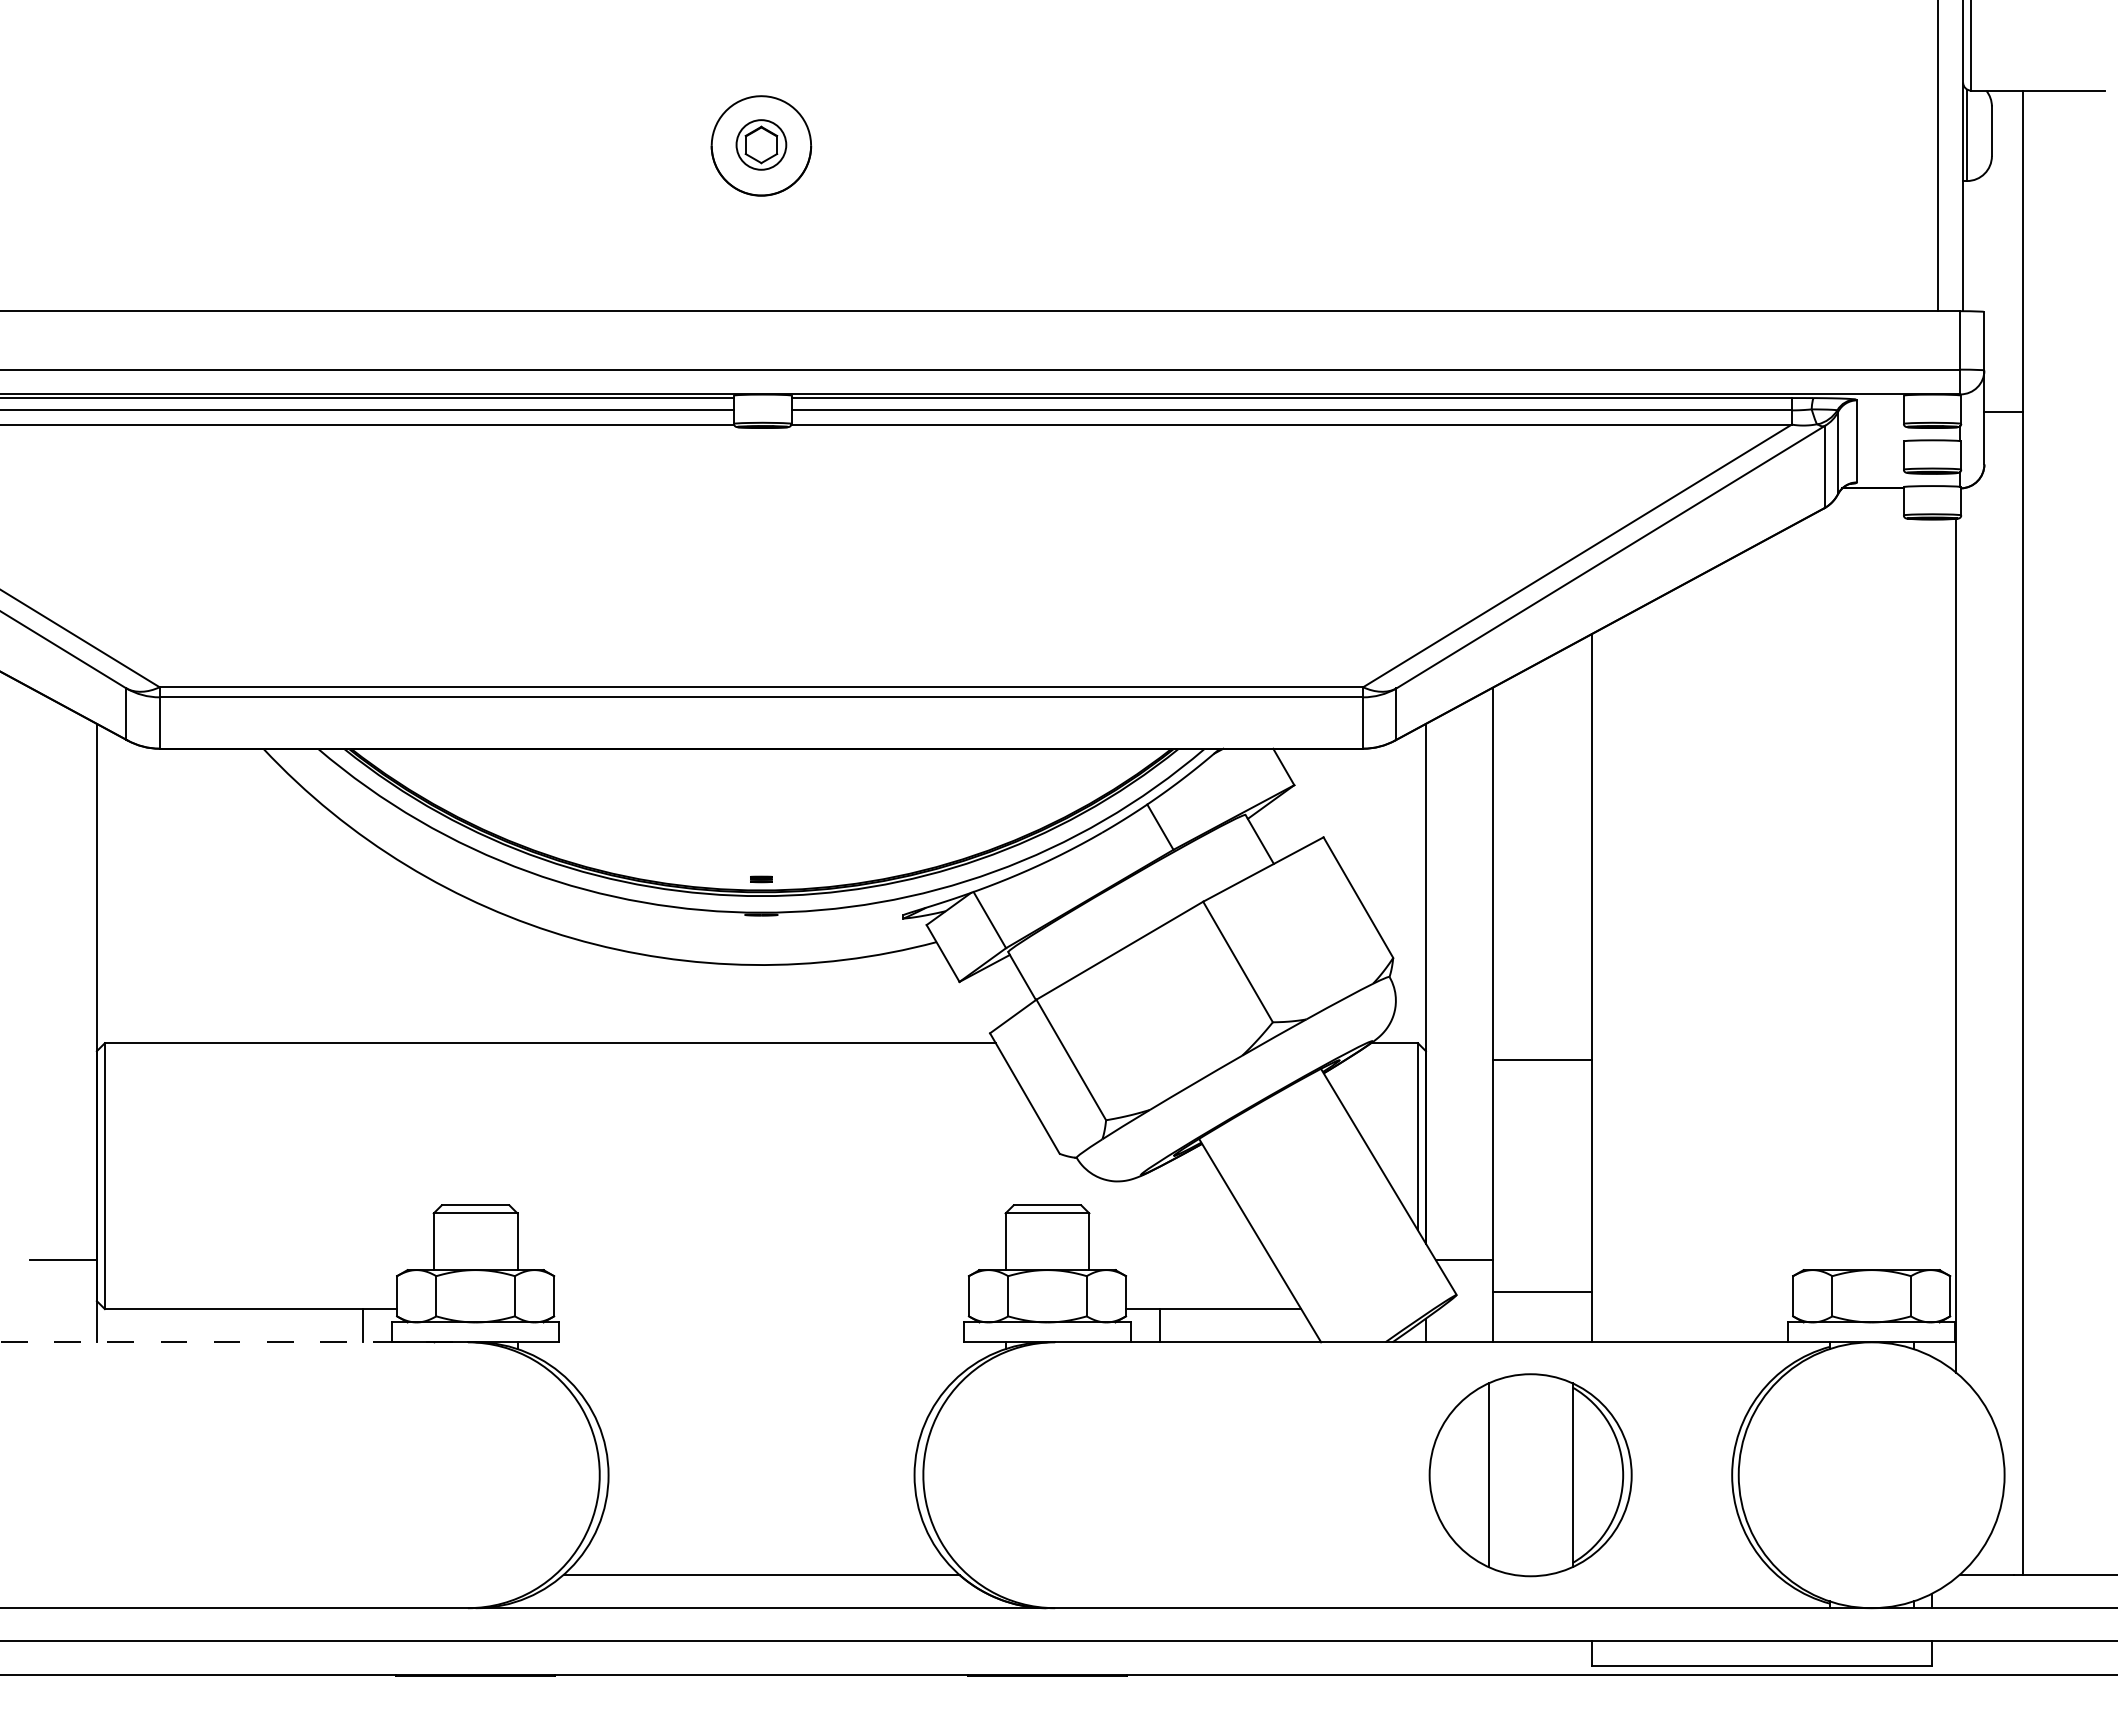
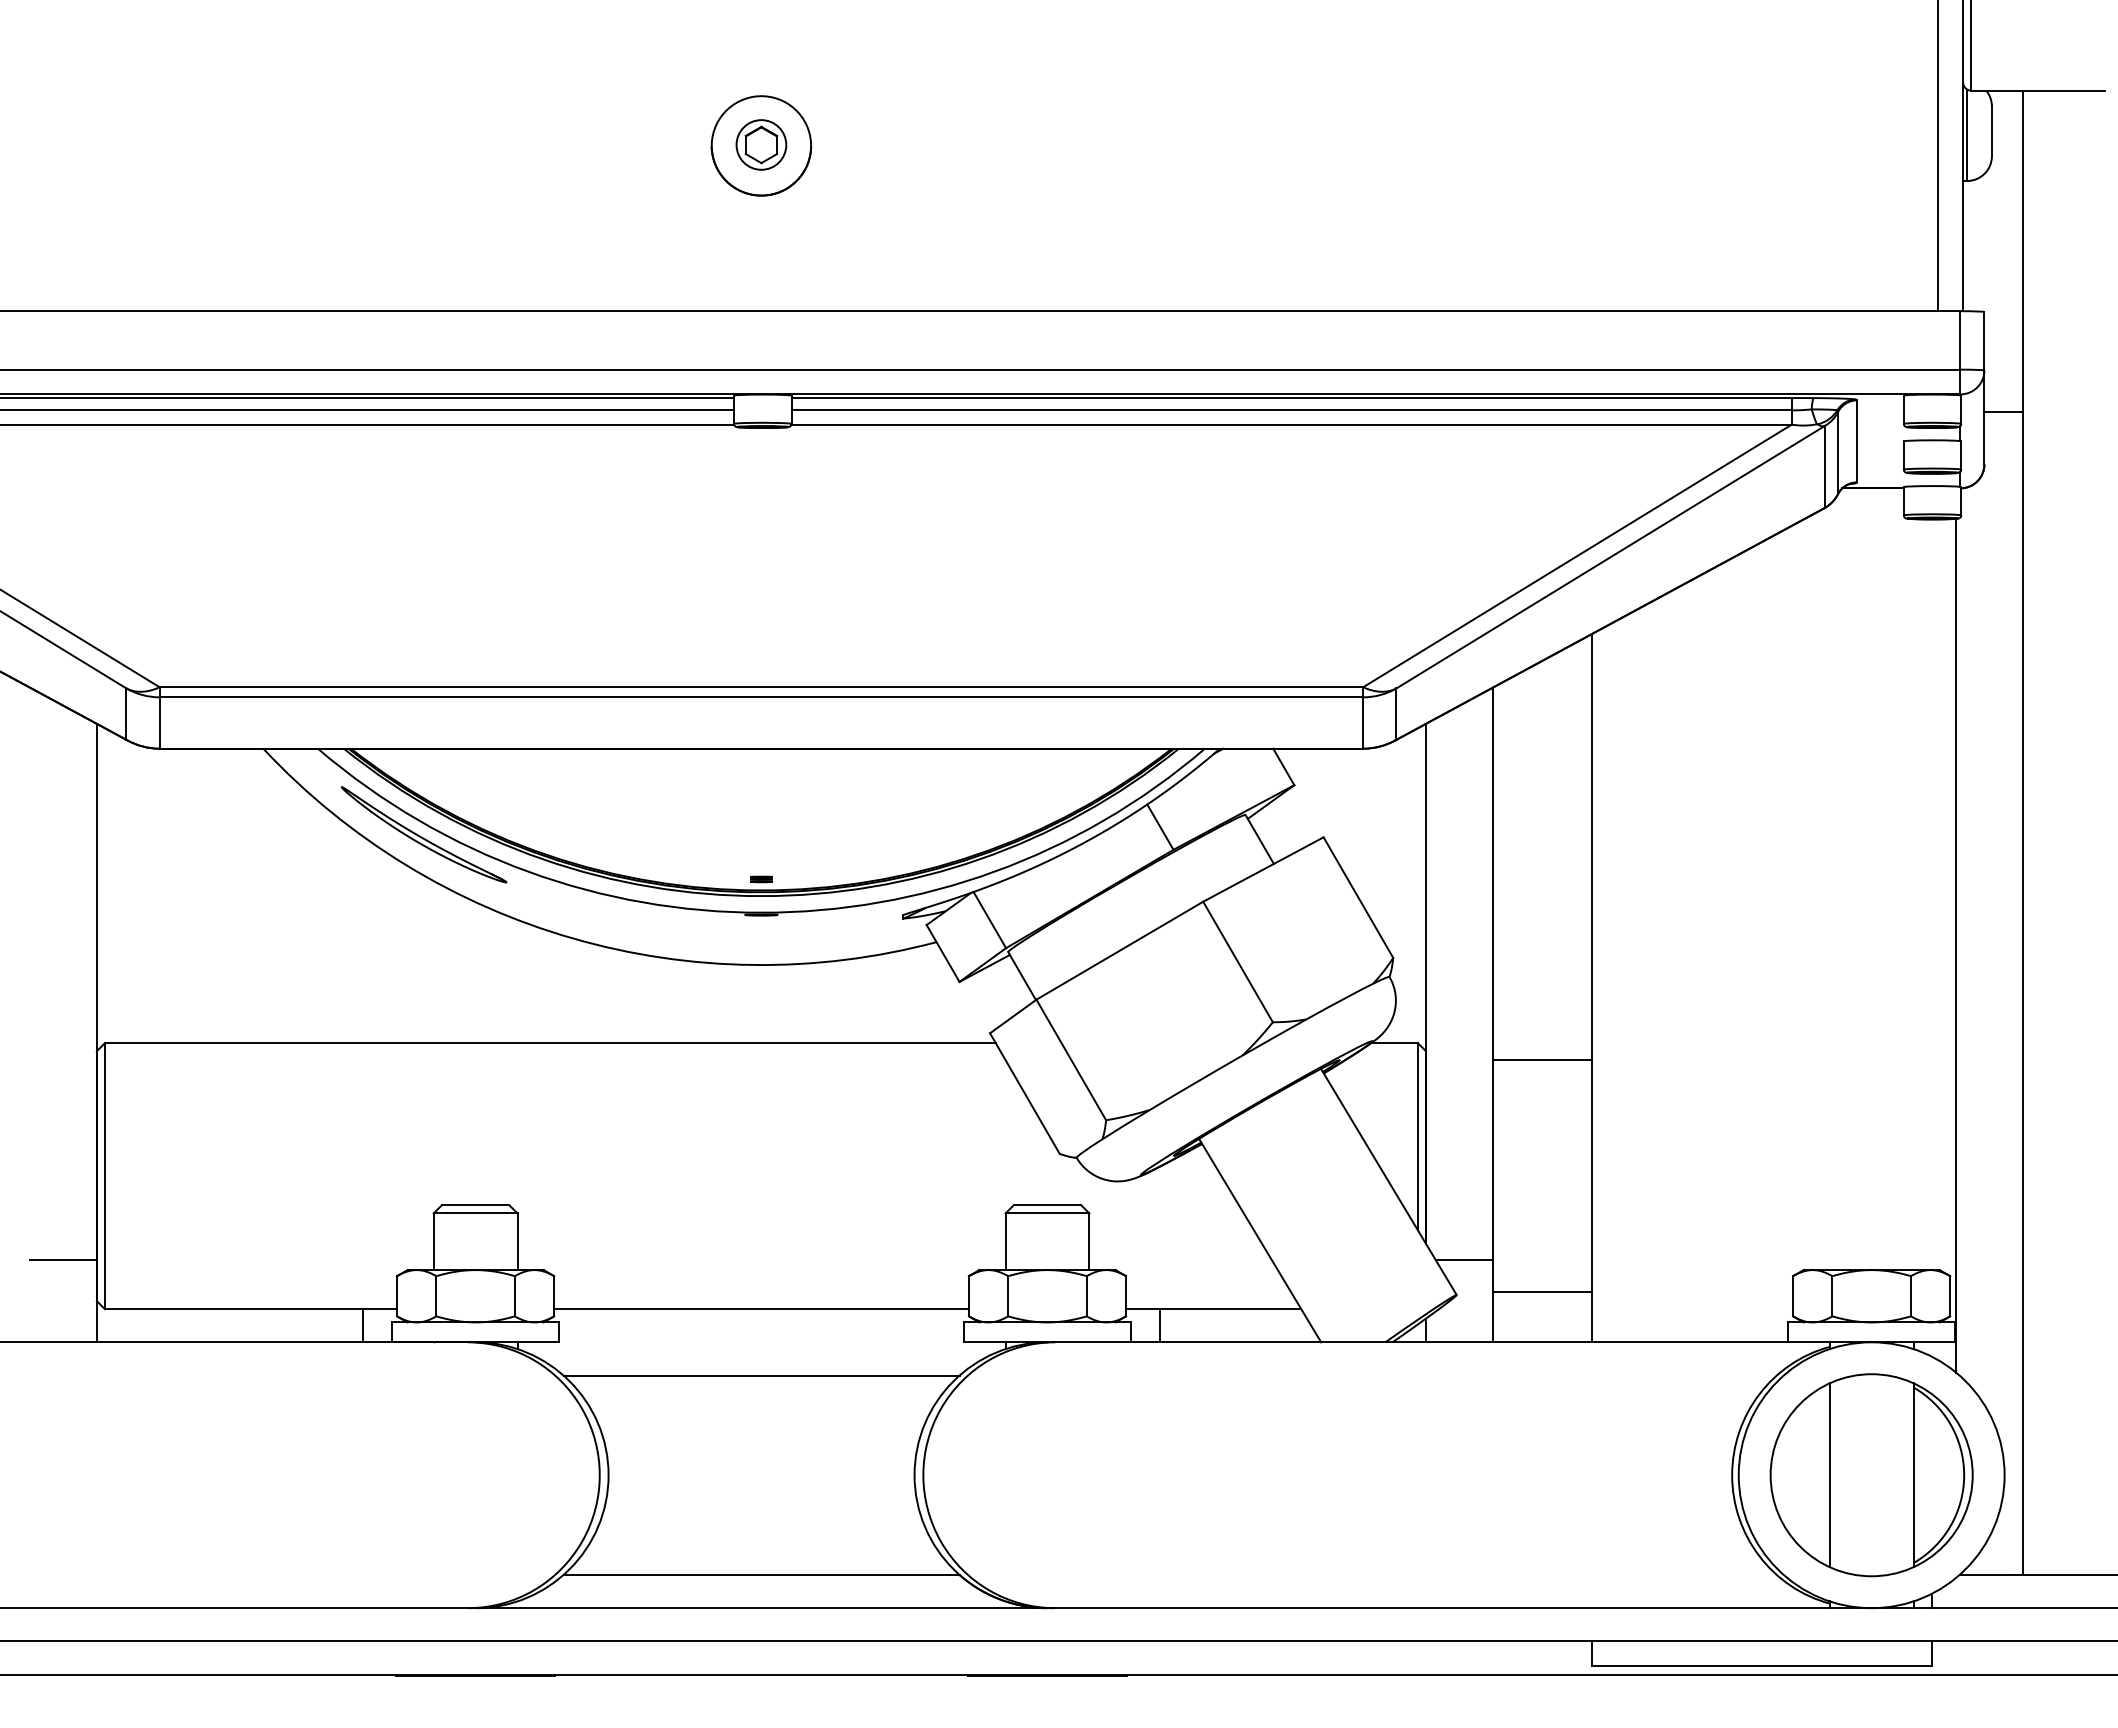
part at (423, 834): none -> present
line at (761, 1309): none -> present
line at (234, 1342): dashed -> solid
line at (761, 1375): none -> present
part at (1530, 1475) position: (1530, 1475) -> (1871, 1475)
